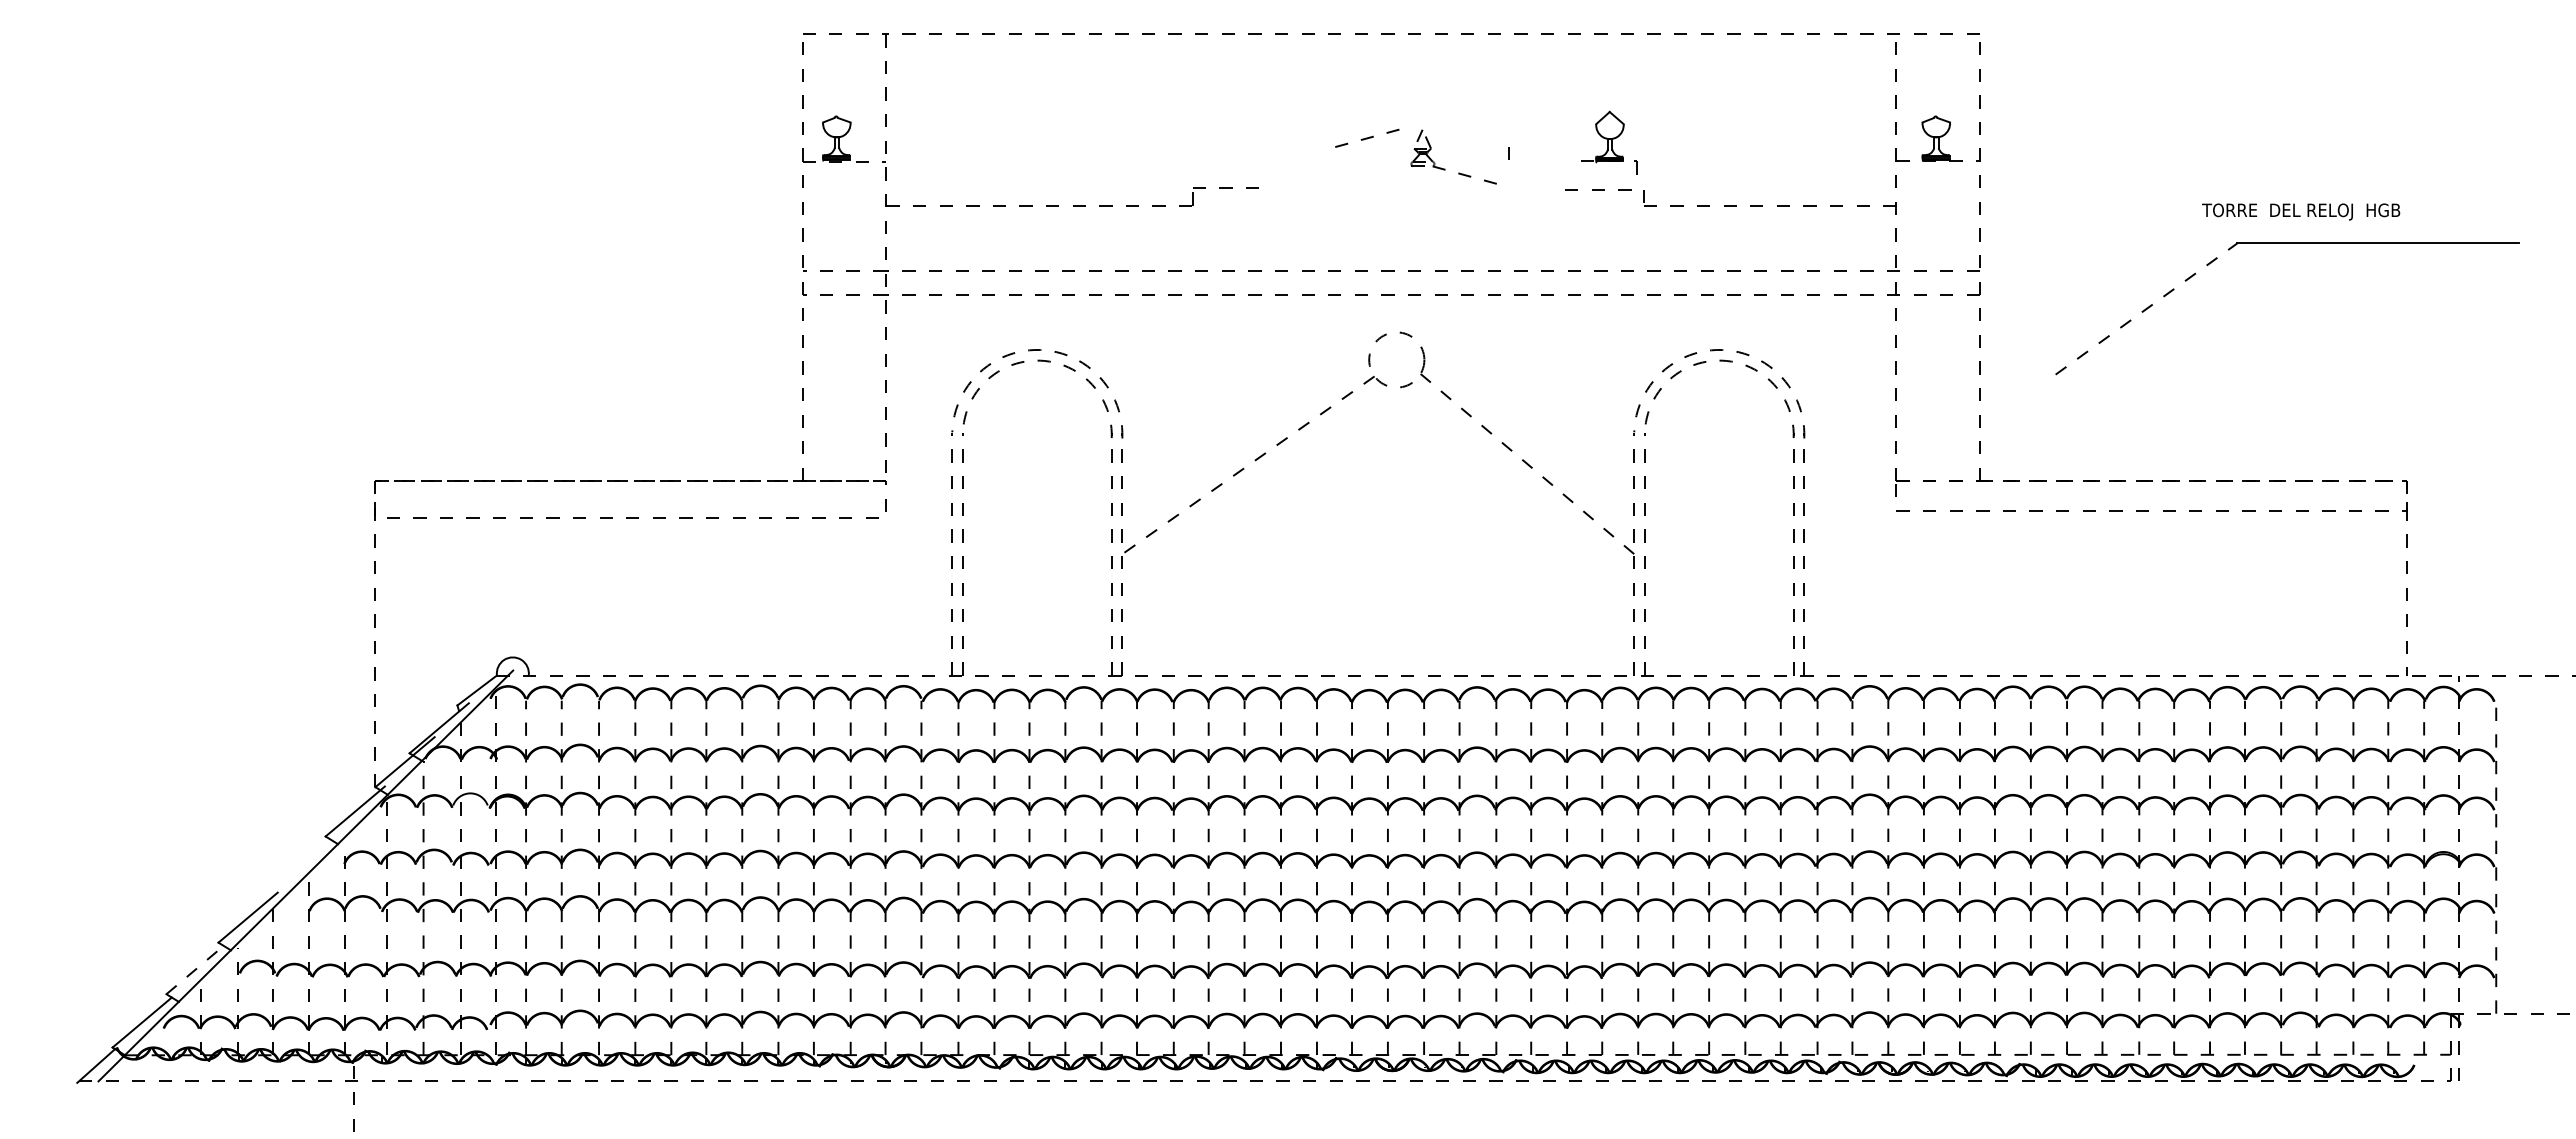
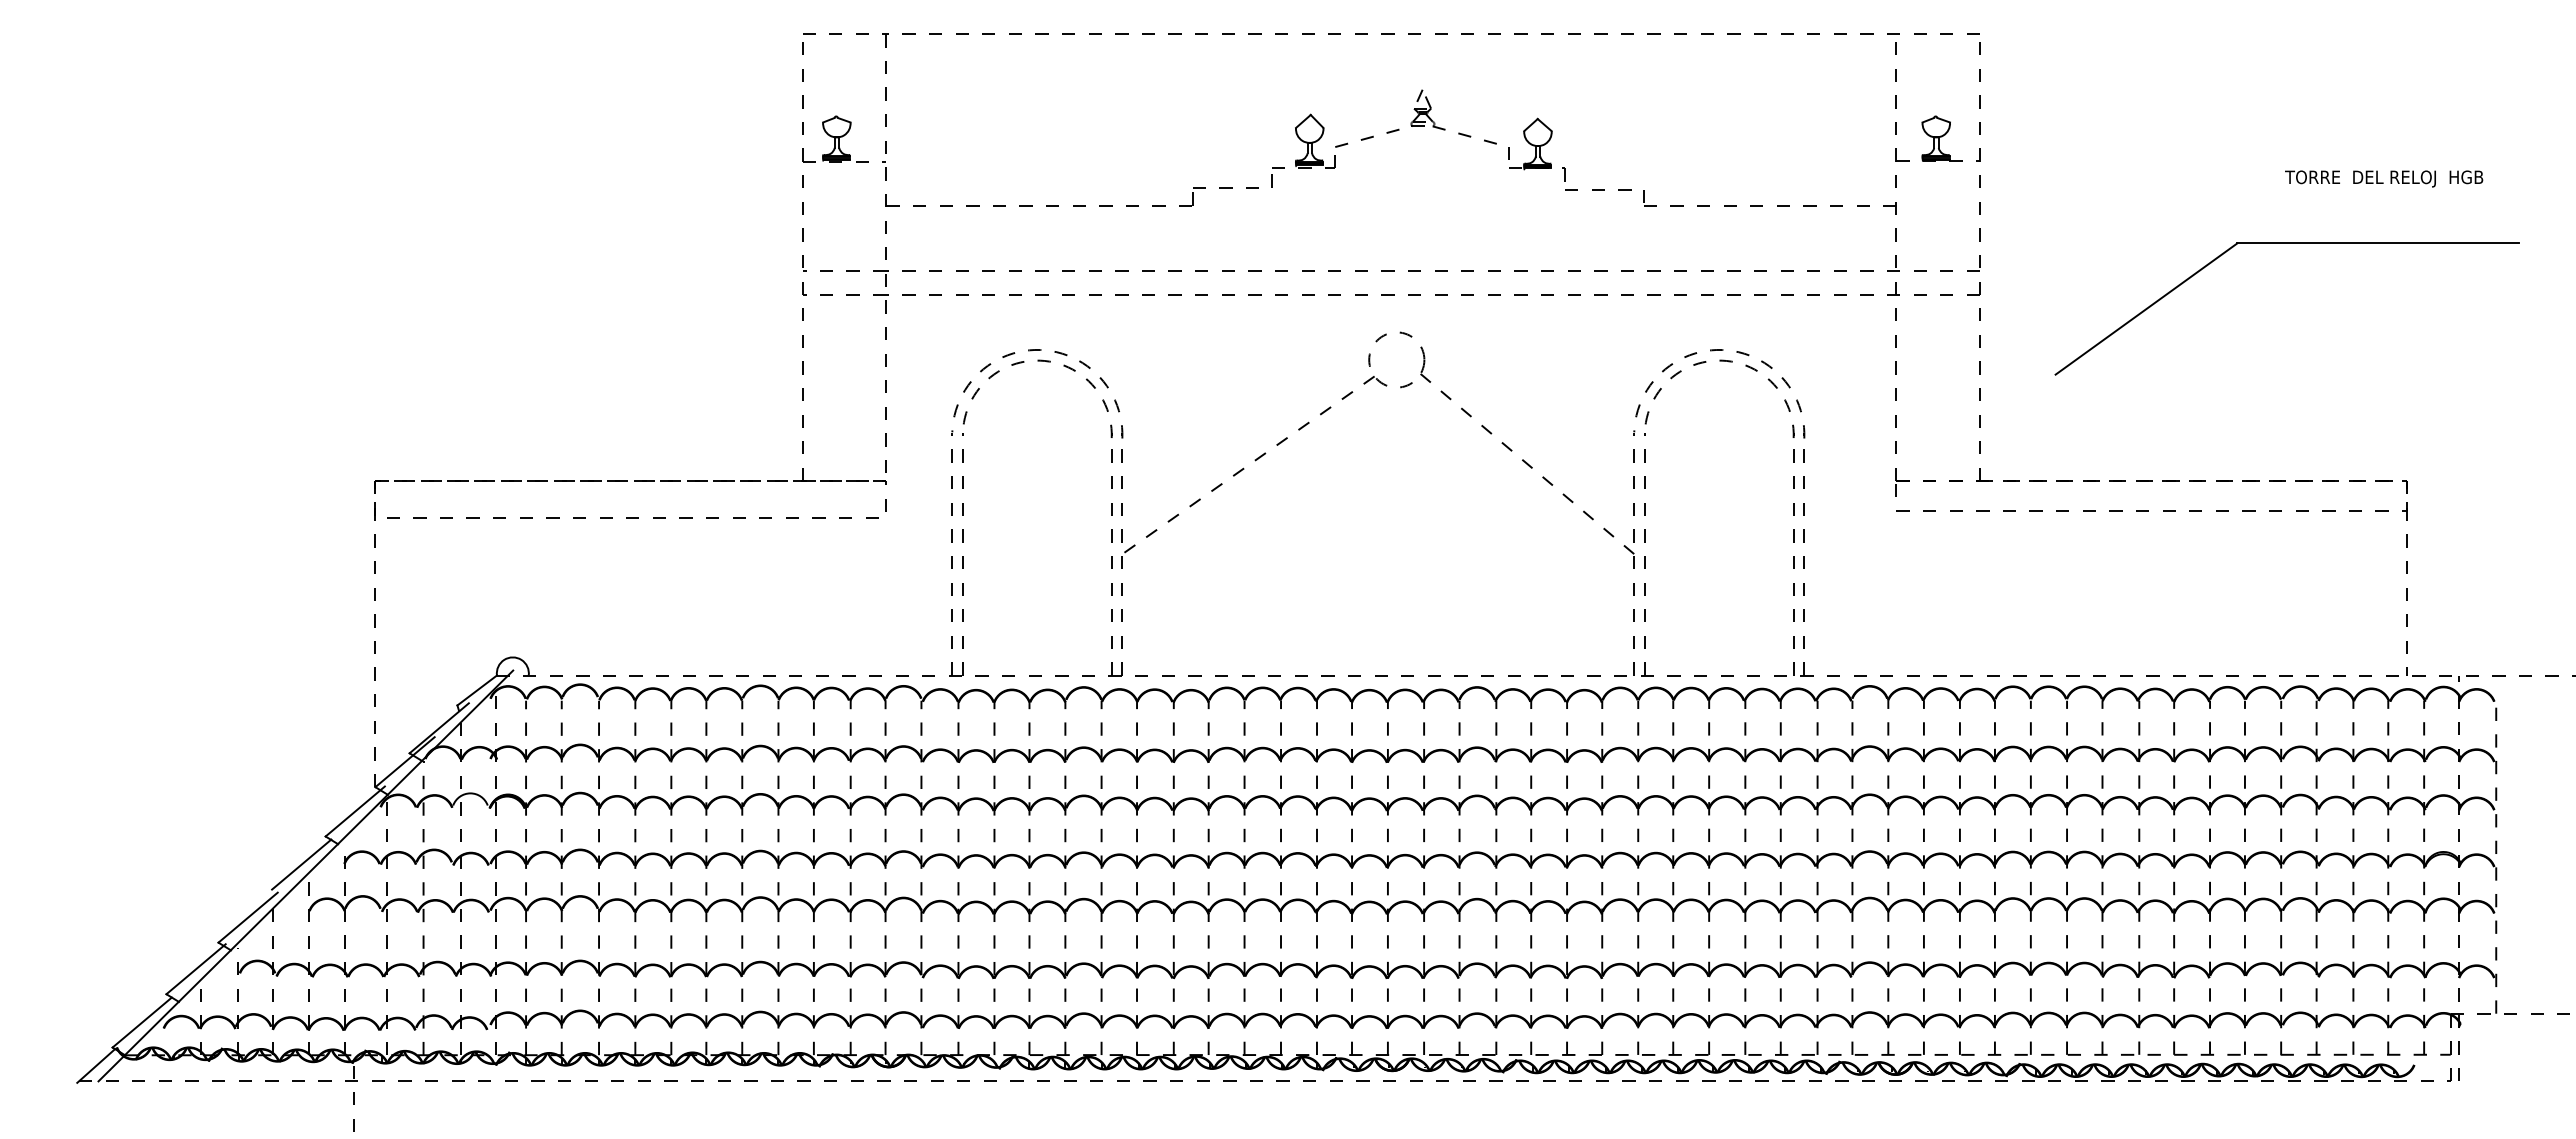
part at (1609, 142) position: (1609, 142) -> (1537, 149)
part at (1303, 150): none -> present
part at (1445, 168) position: (1445, 168) -> (1445, 128)
text at (2301, 211) position: (2301, 211) -> (2384, 178)
line at (2146, 308): dashed -> solid
line at (301, 864): none -> present
line at (196, 969): dashed -> solid
